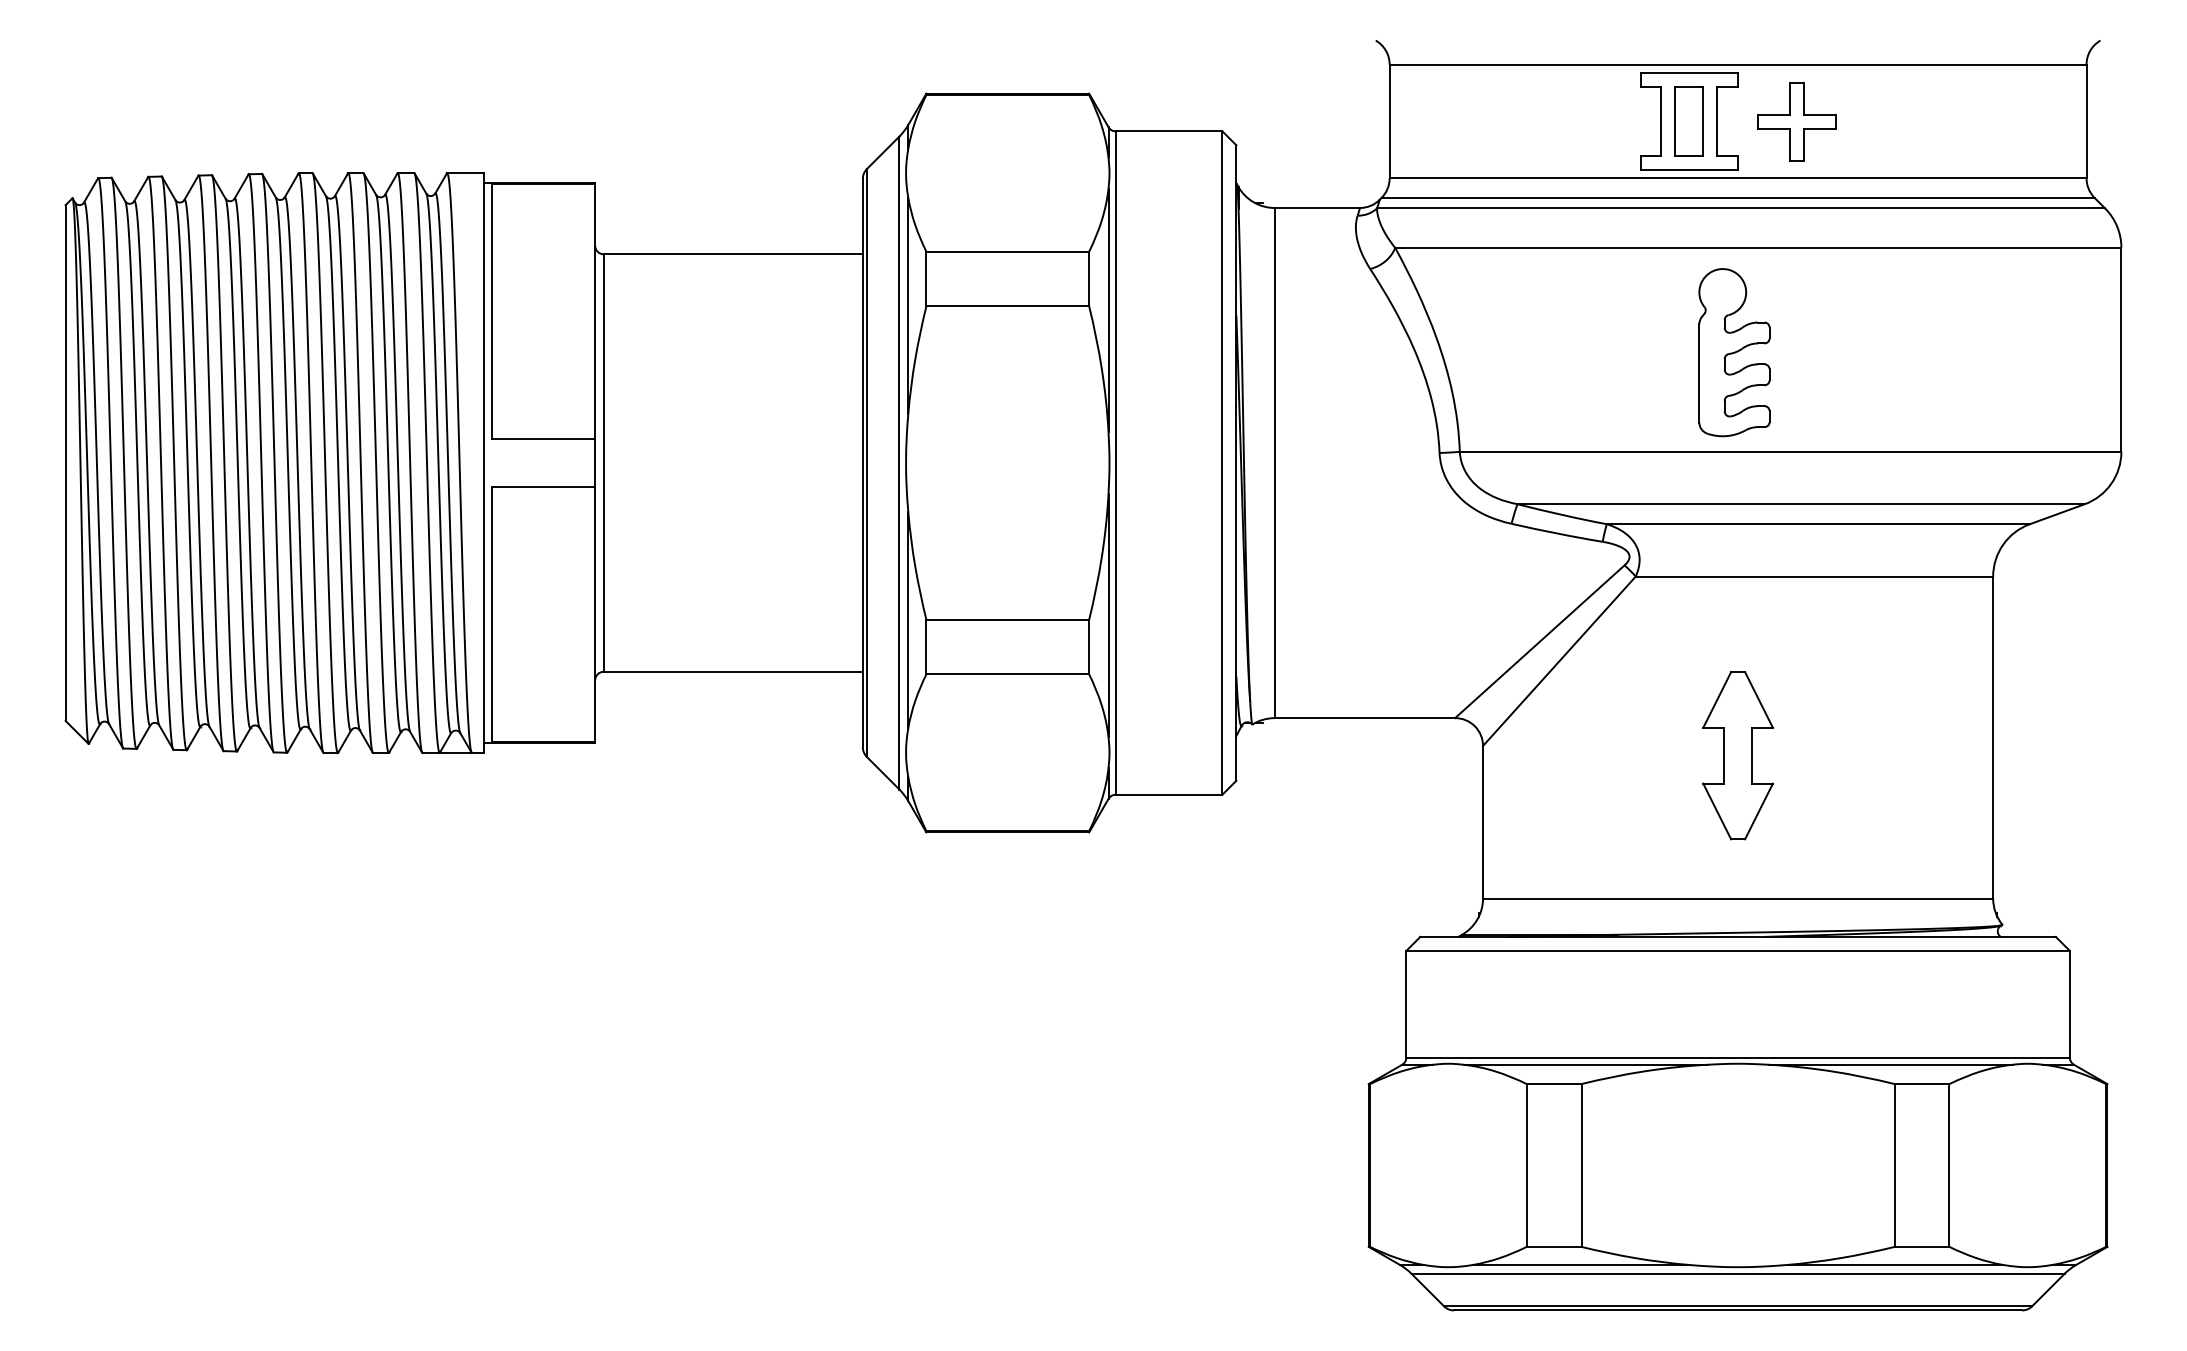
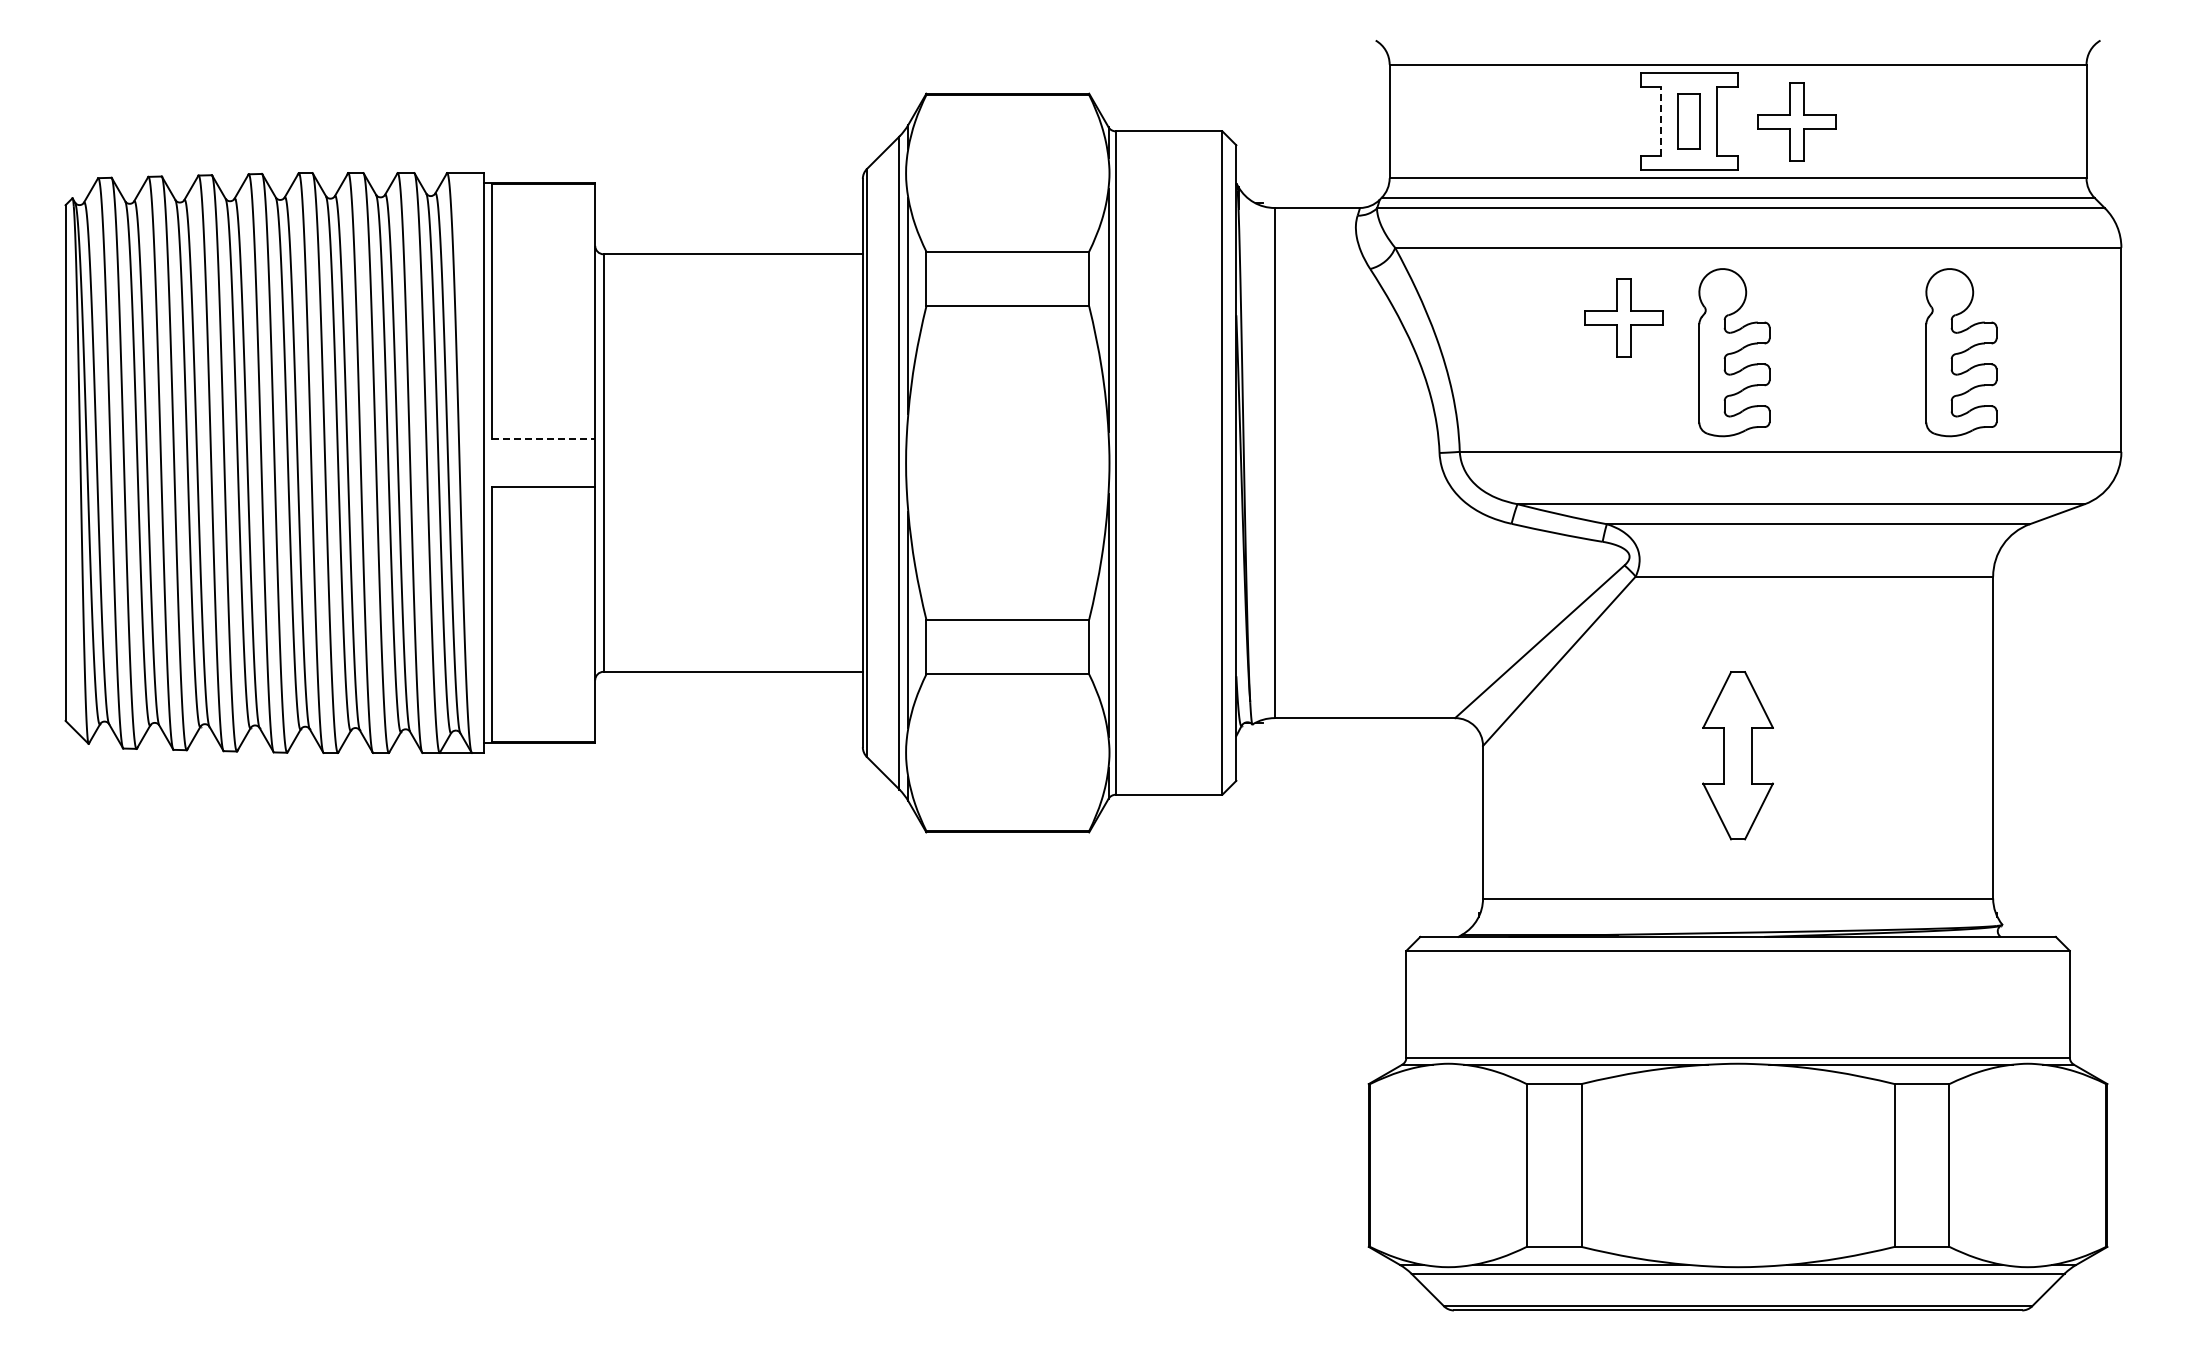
line at (1661, 121): solid -> dashed
part at (1688, 121) size: 30x71 px -> 24x57 px
part at (1623, 317): none -> present
part at (1961, 352): none -> present
line at (543, 438): solid -> dashed
